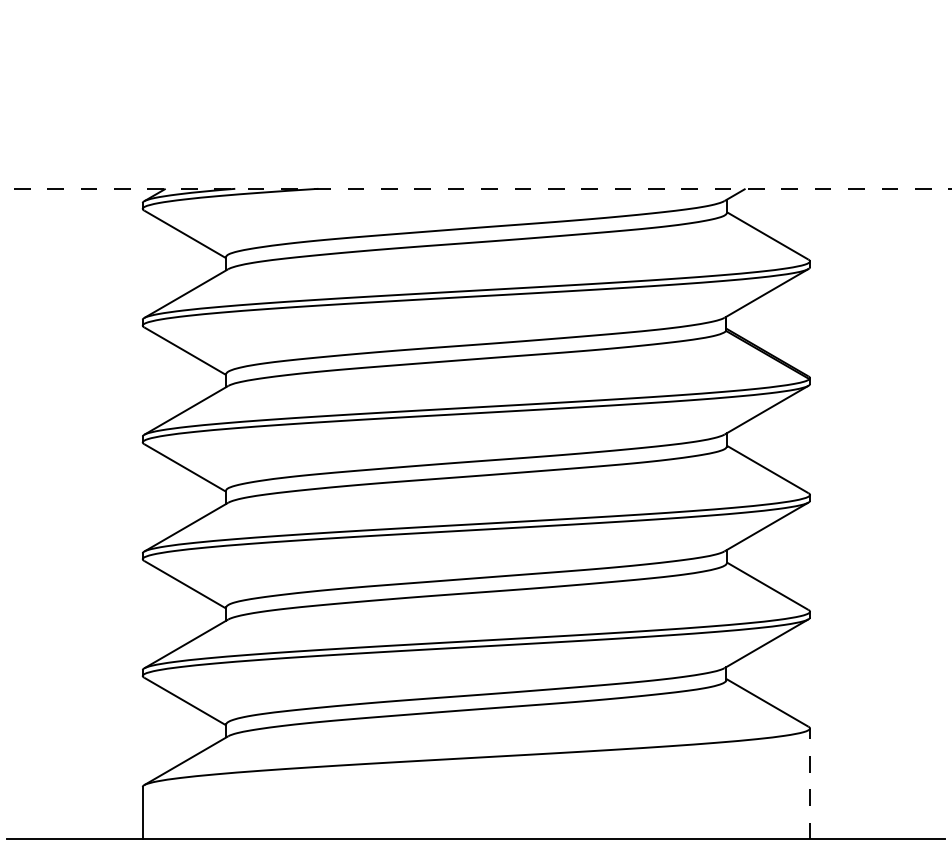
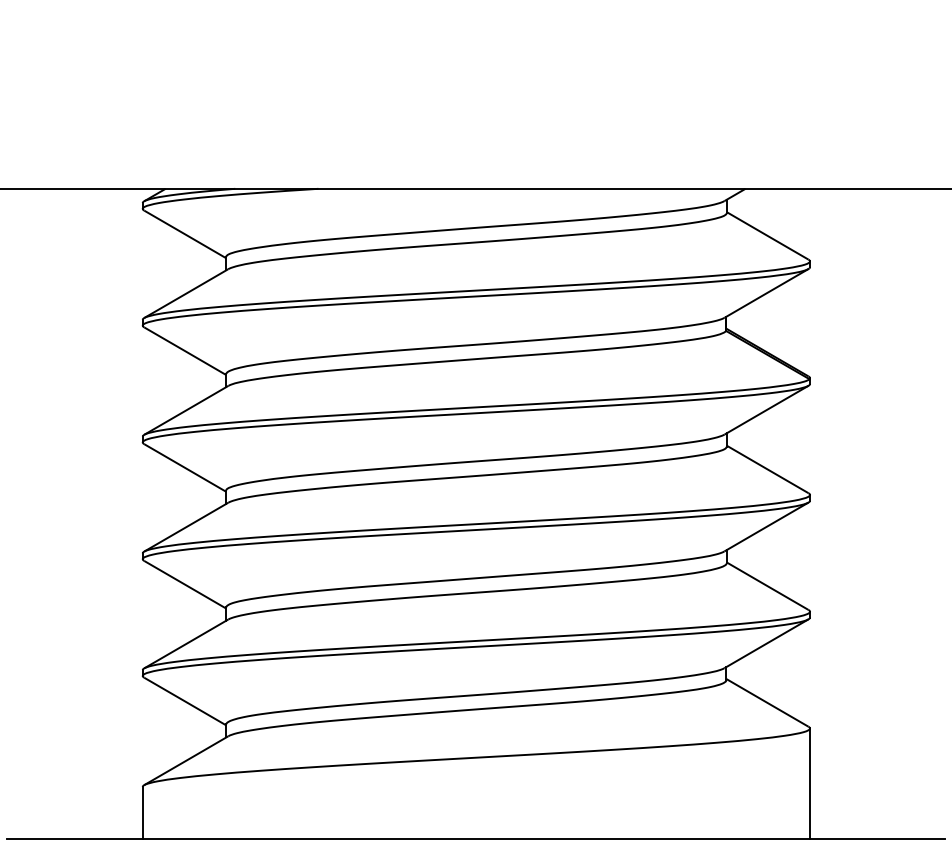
line at (476, 188): dashed -> solid
line at (810, 783): dashed -> solid
